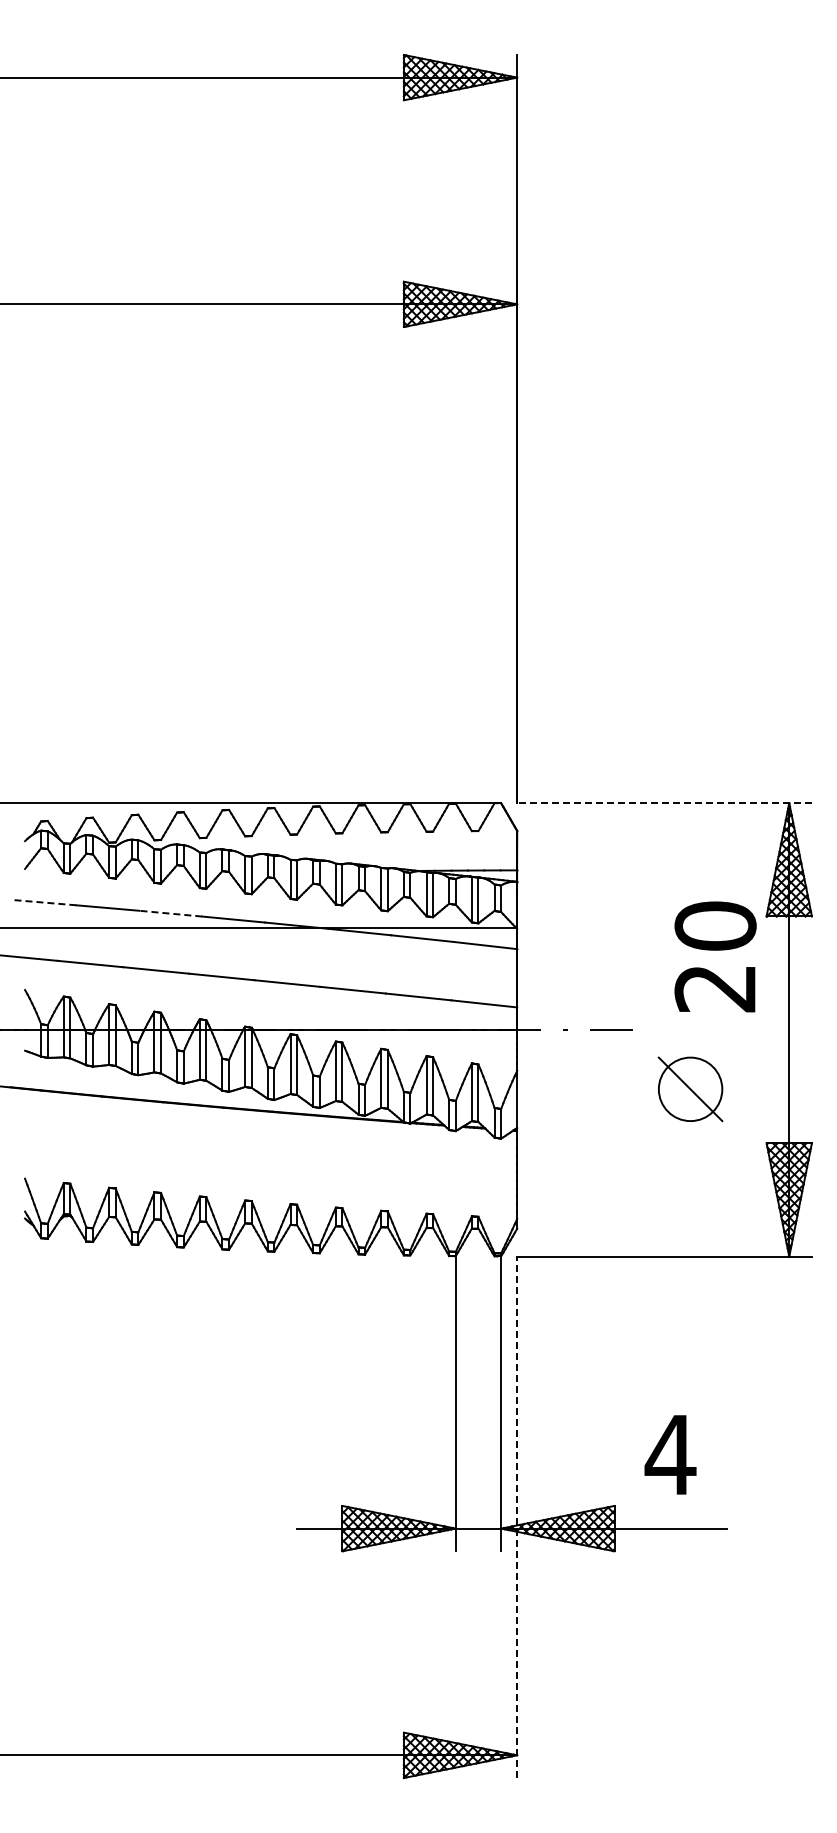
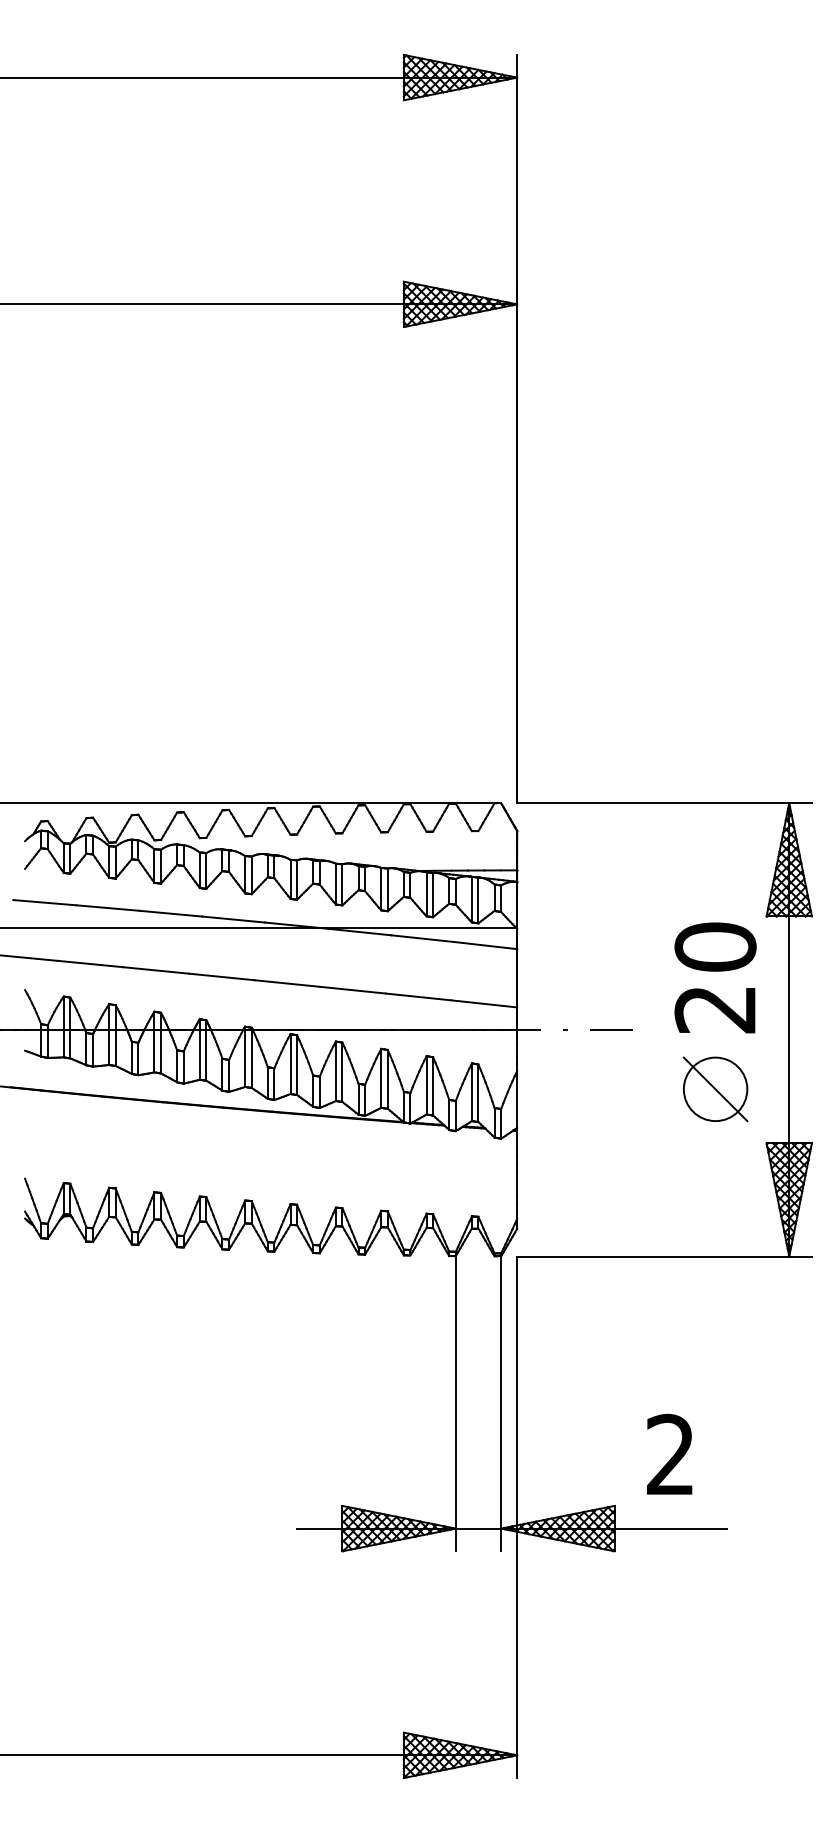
line at (664, 803): dashed -> solid
line at (44, 902): dashed -> solid
line at (170, 913): dashed -> solid
text at (715, 956) position: (715, 956) -> (715, 977)
part at (690, 1089) position: (690, 1089) -> (715, 1089)
text at (670, 1453): 4 -> 2
line at (517, 1517): dashed -> solid
